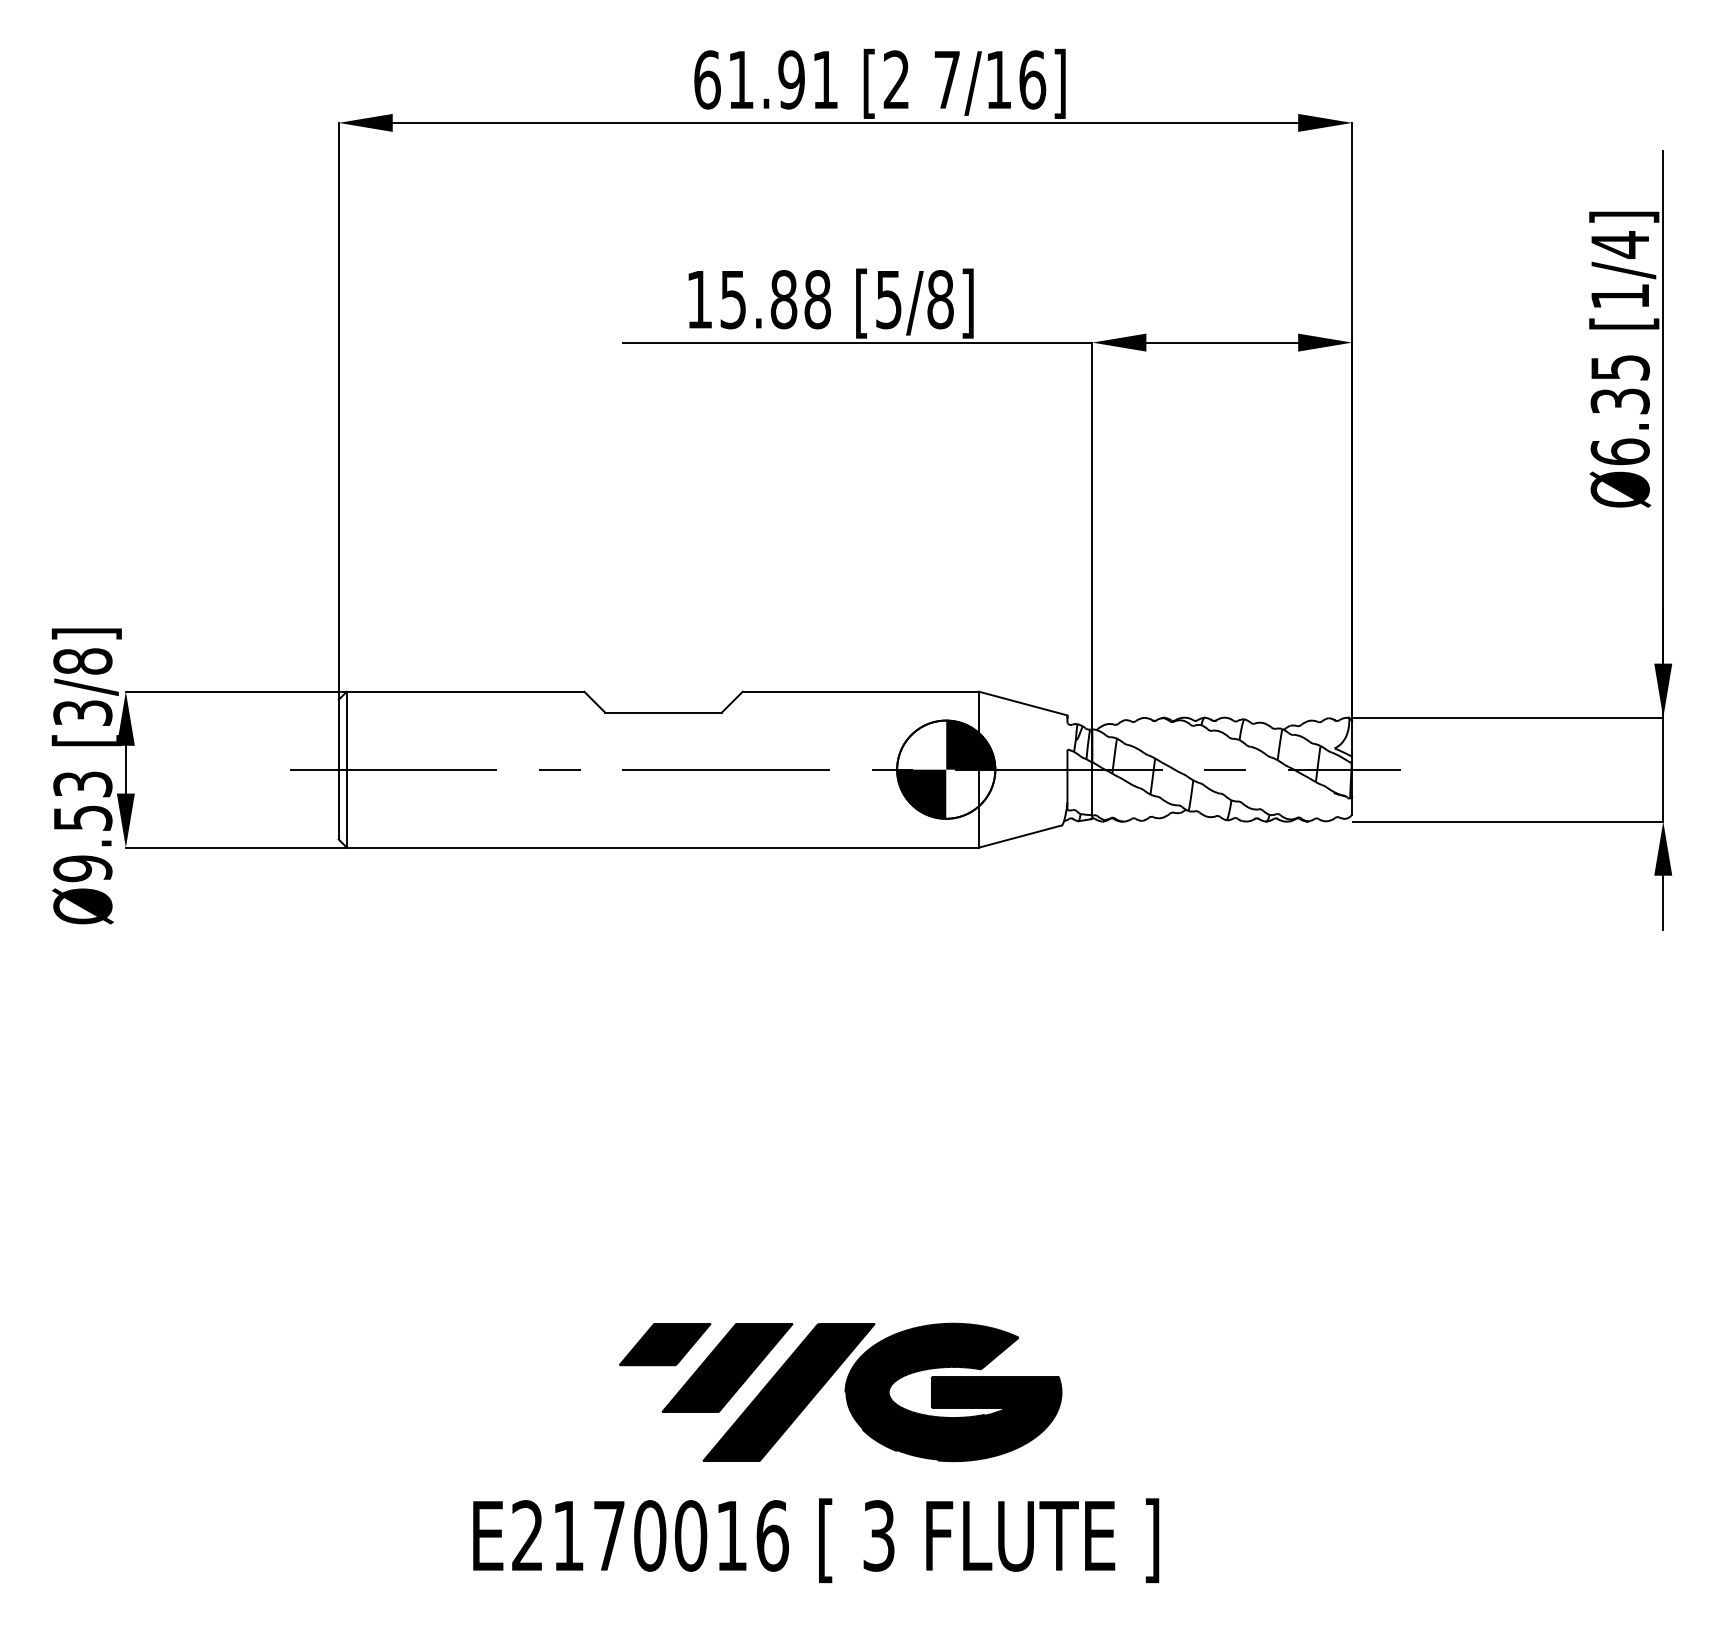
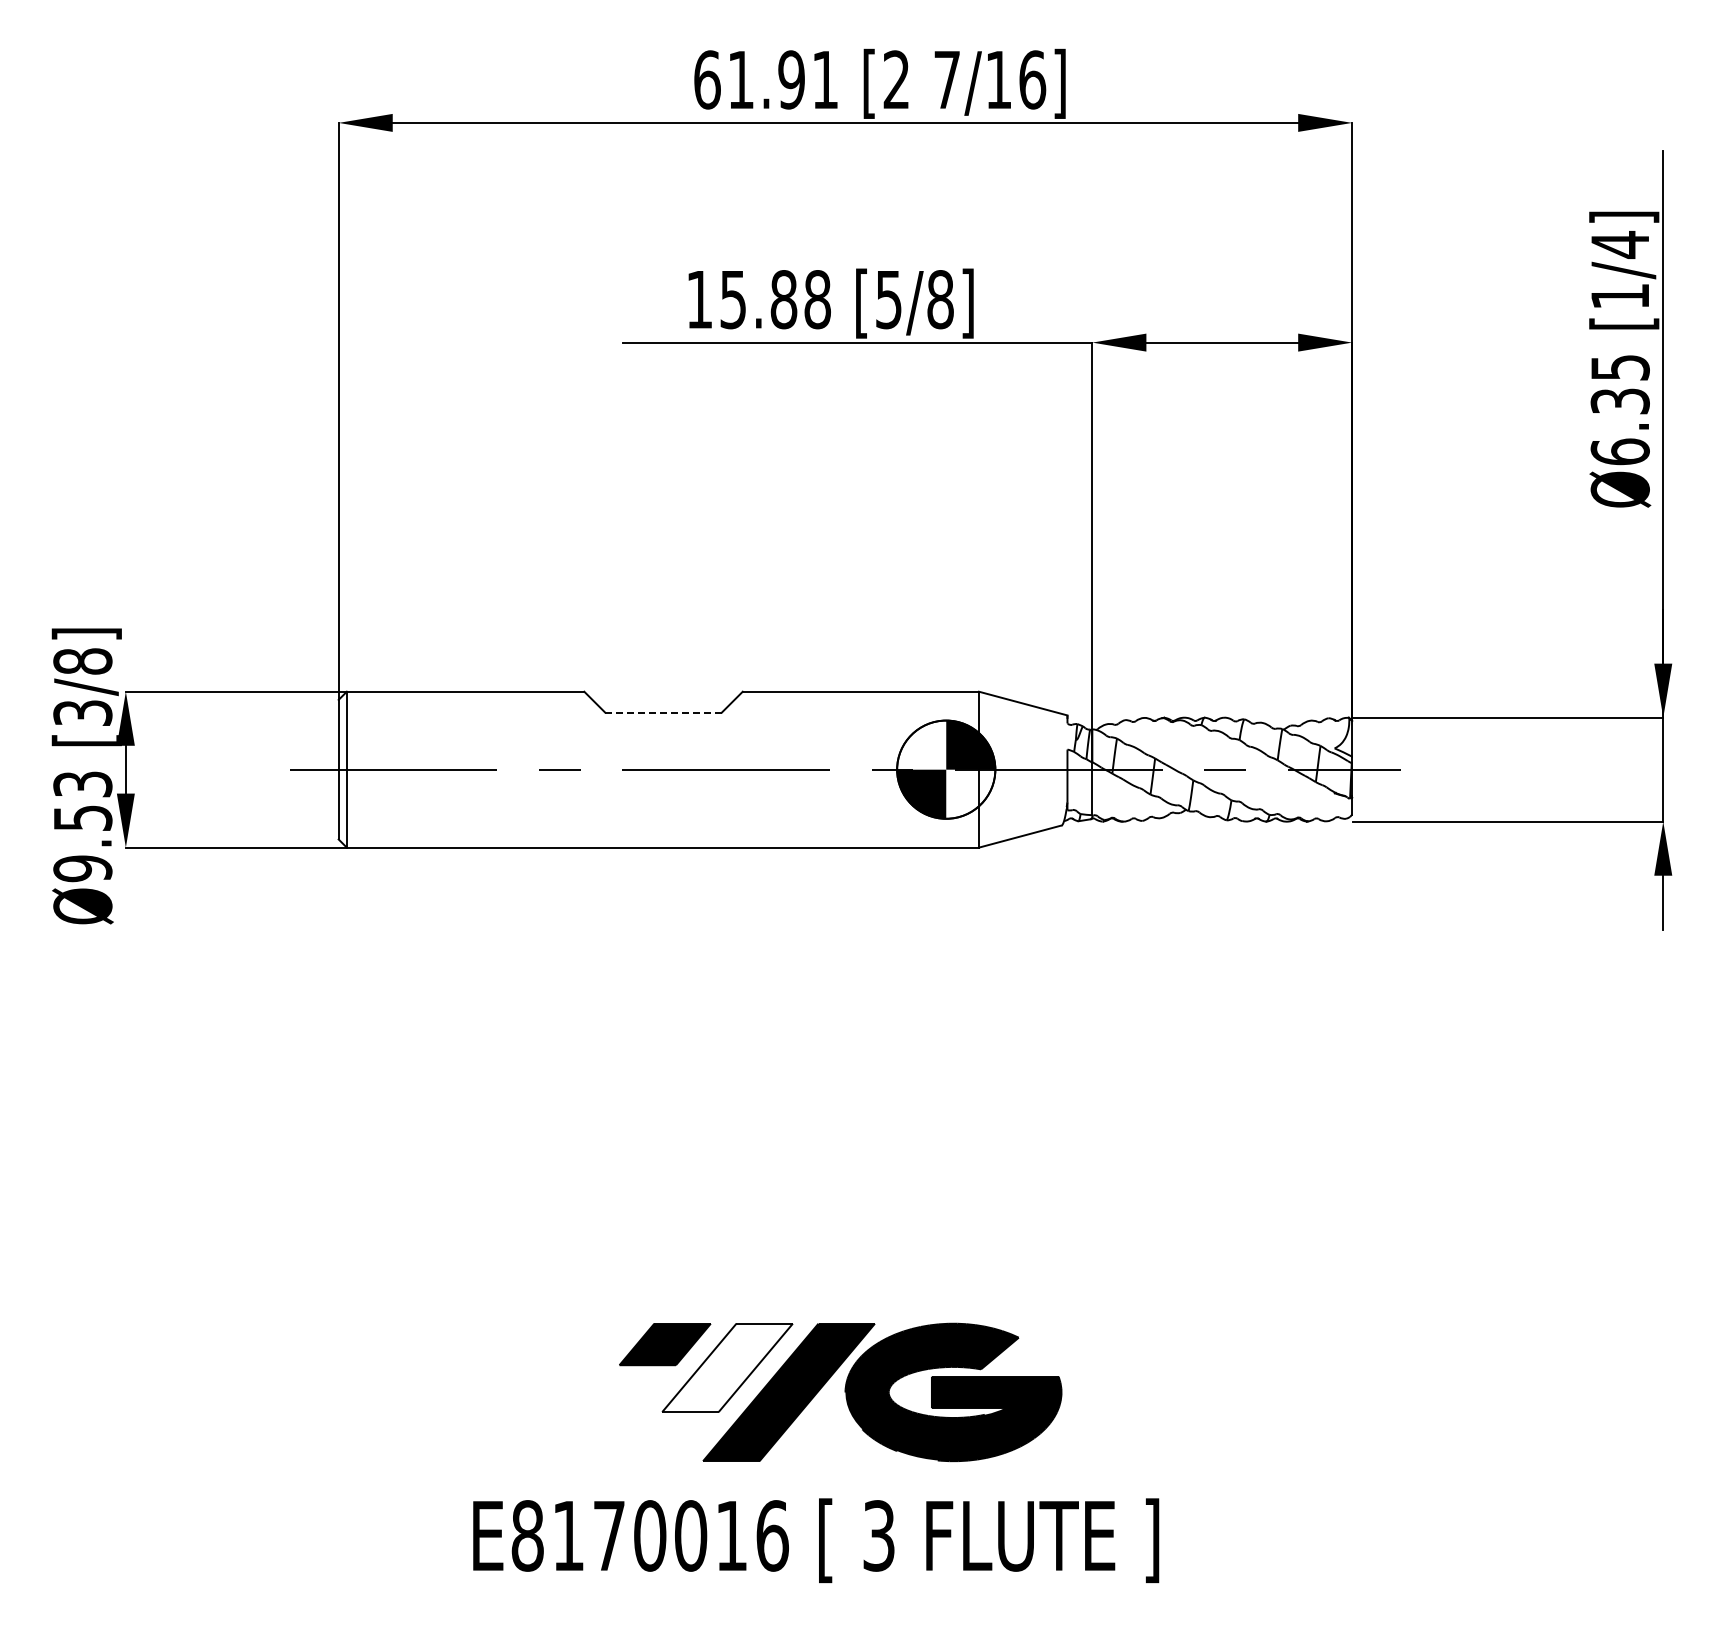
line at (664, 712): solid -> dashed
fill at (727, 1367): present -> none
text at (527, 1535): E2170016 -> E8170016
